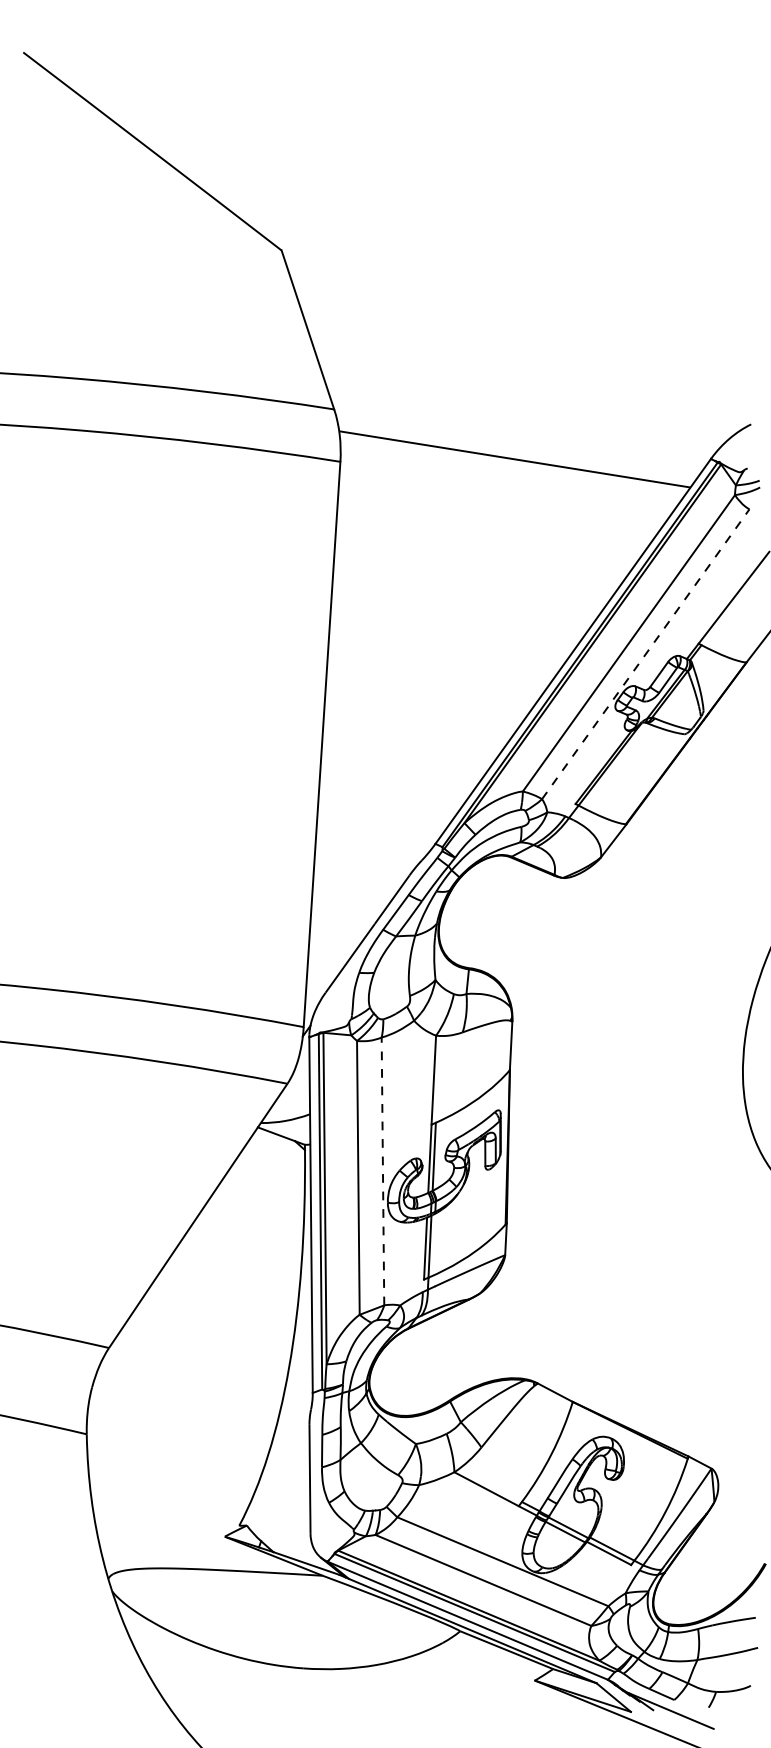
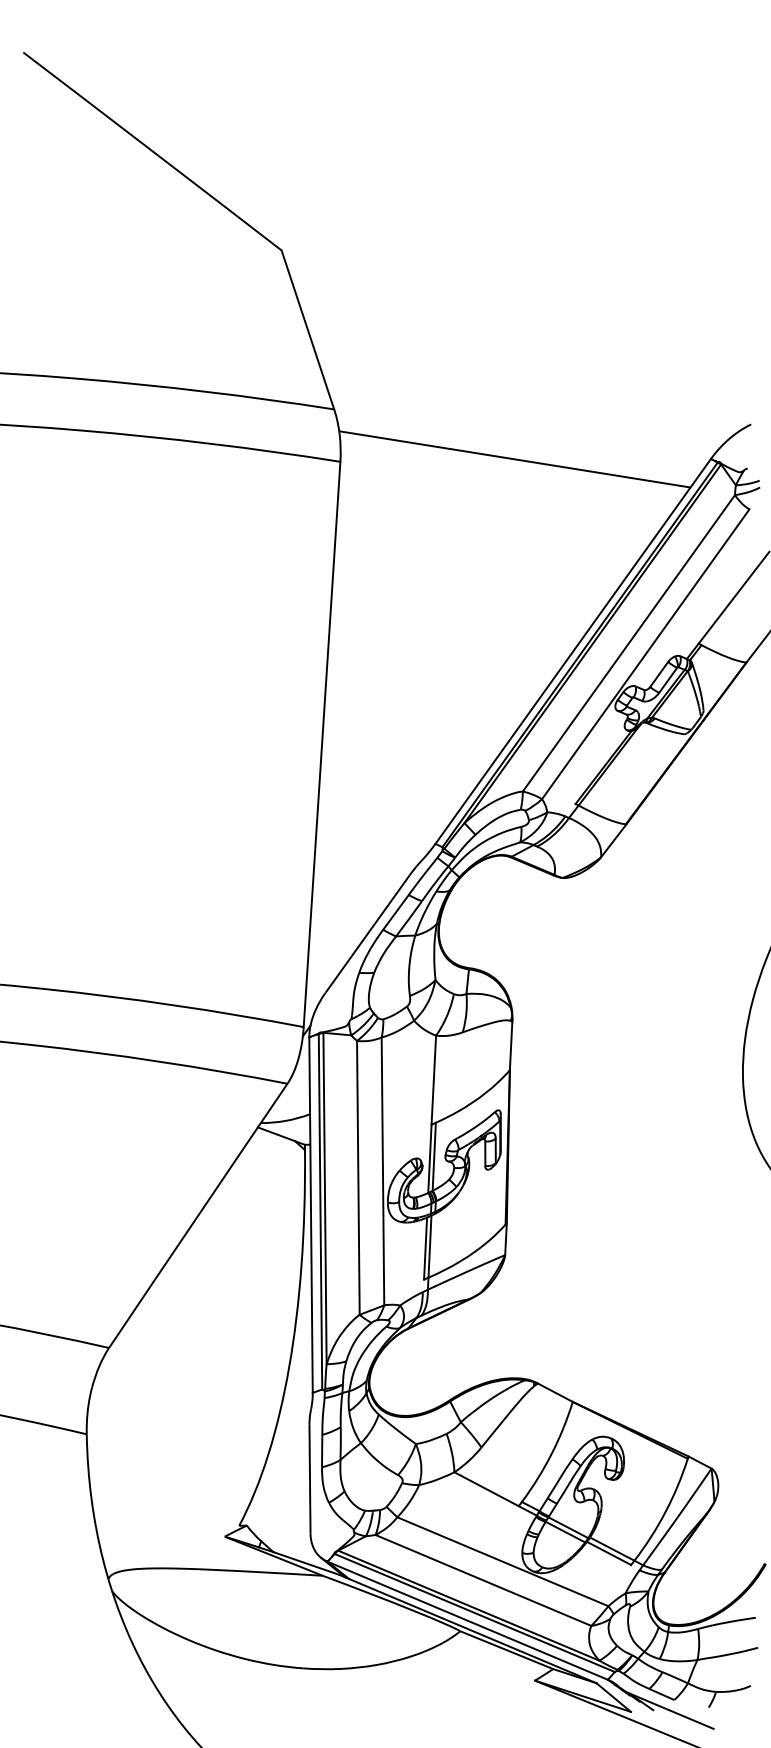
line at (646, 653): dashed -> solid
line at (382, 1171): dashed -> solid
